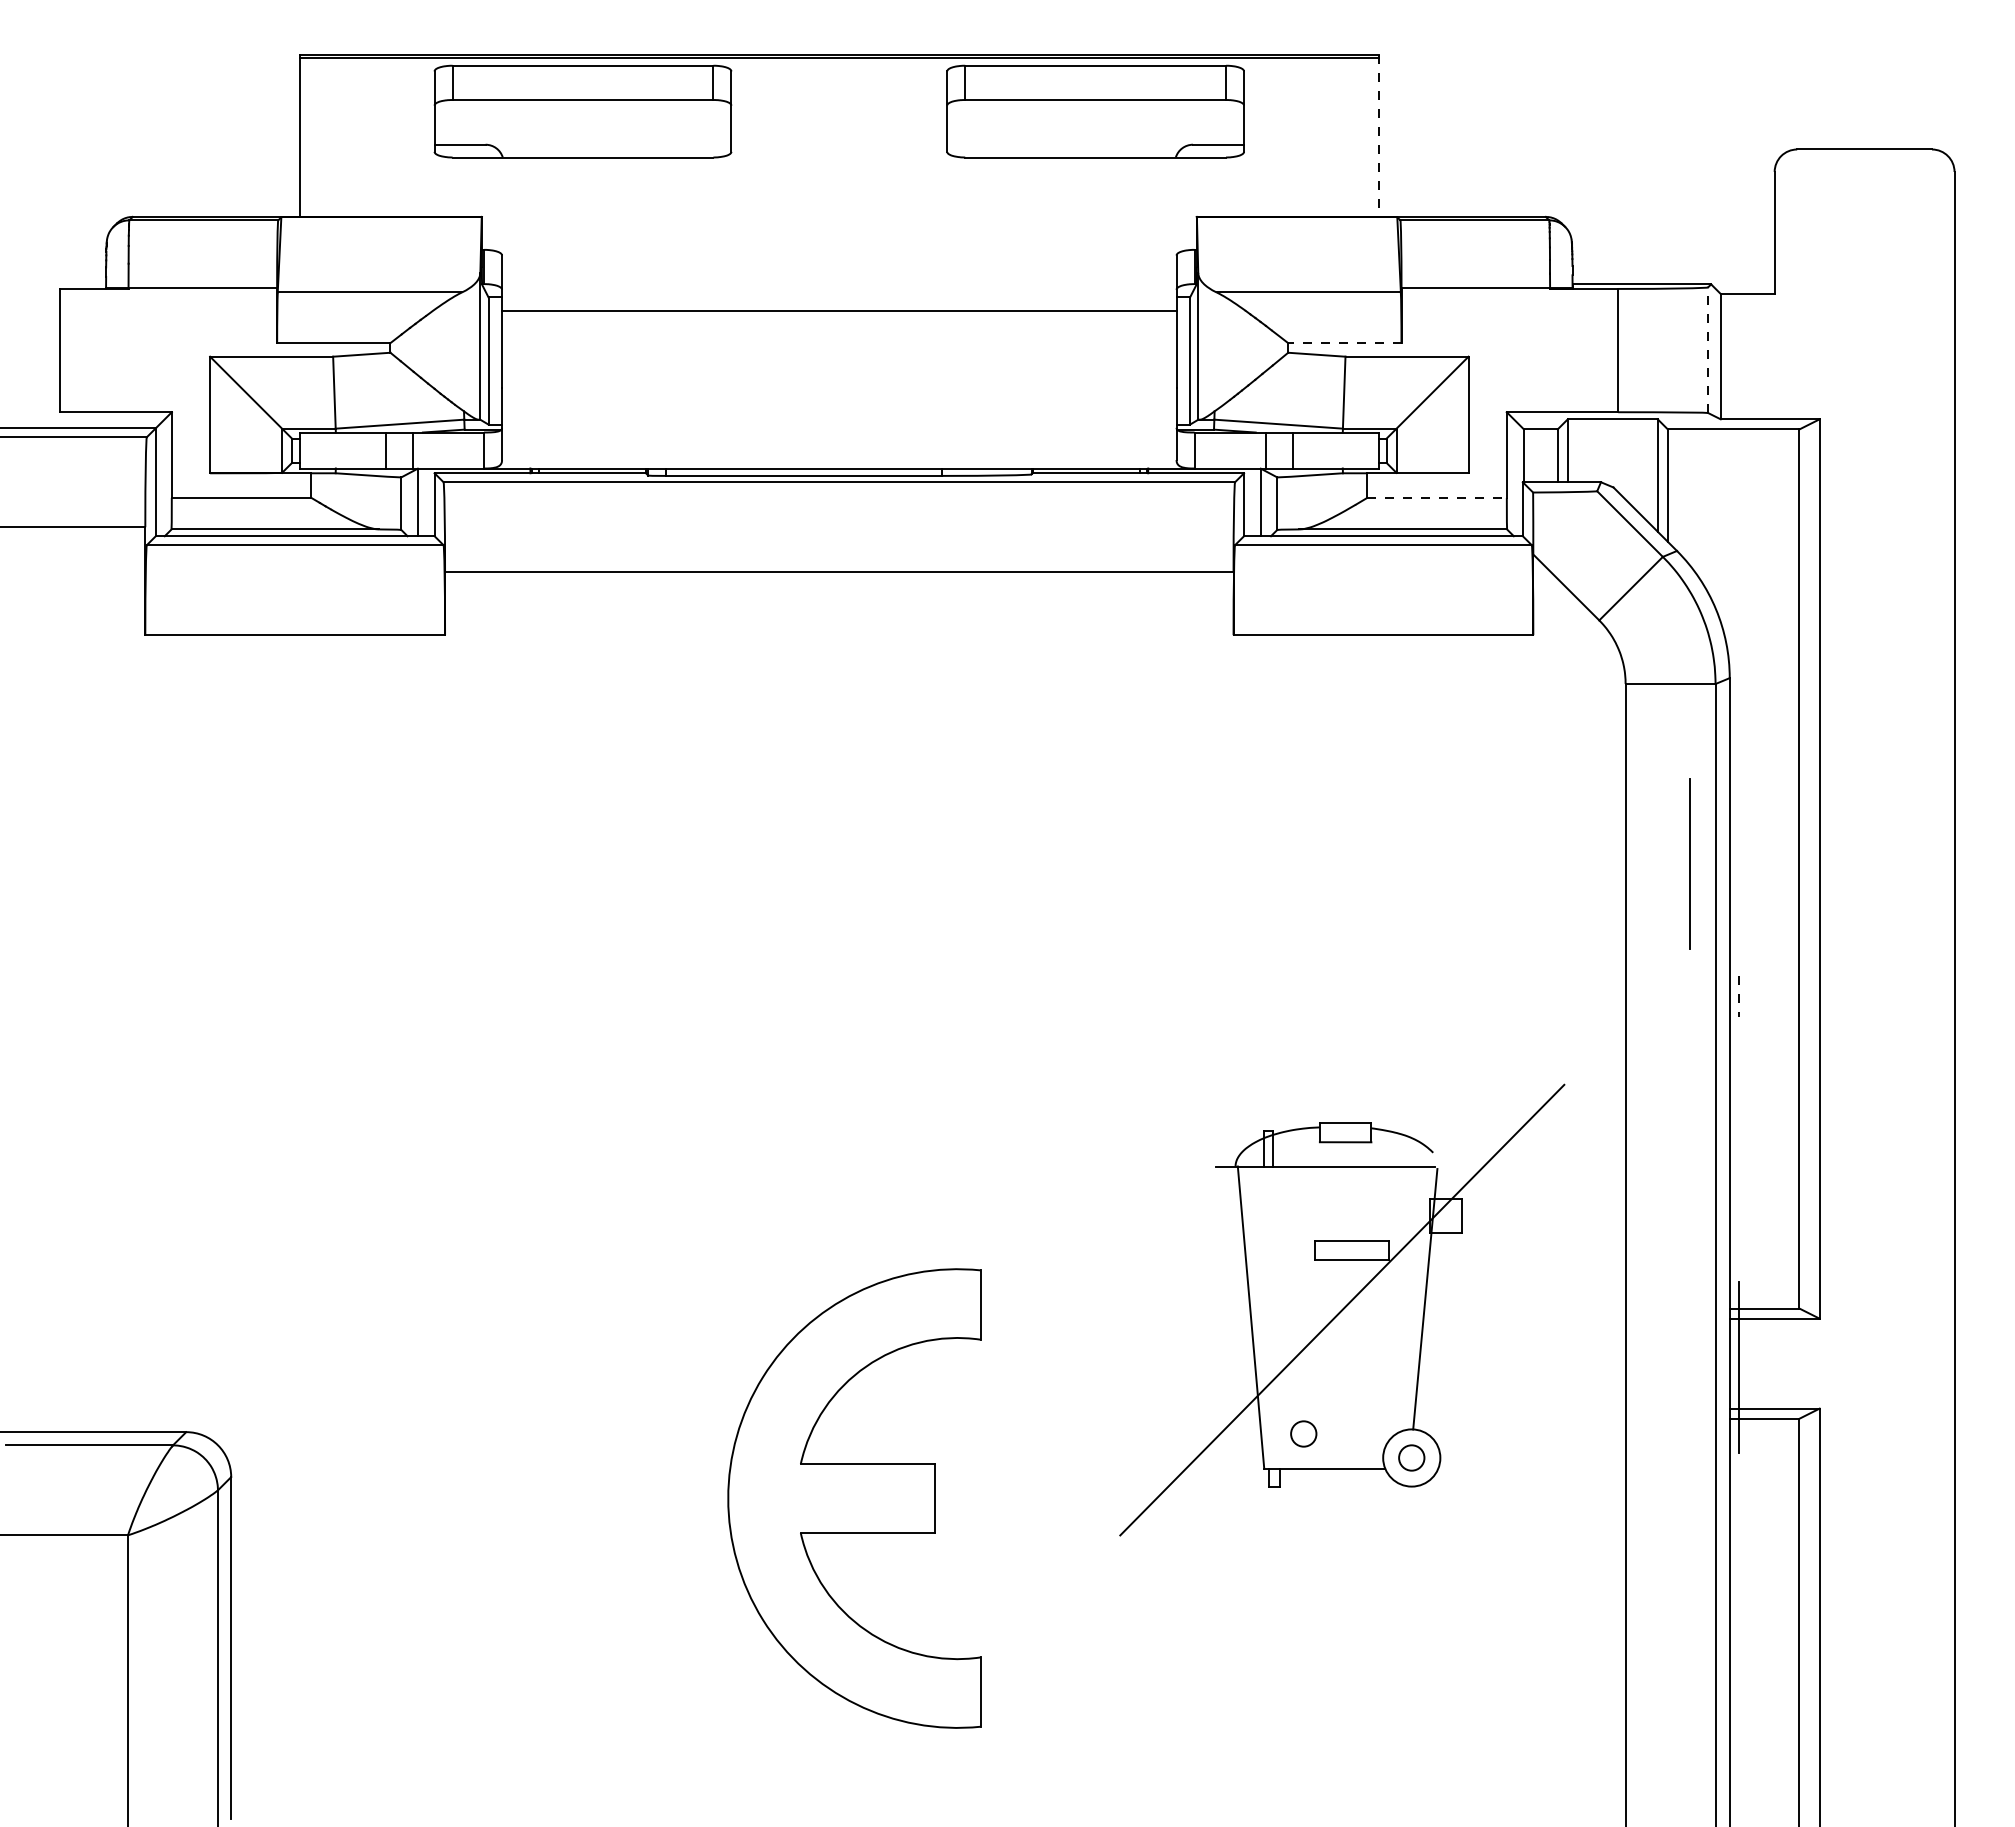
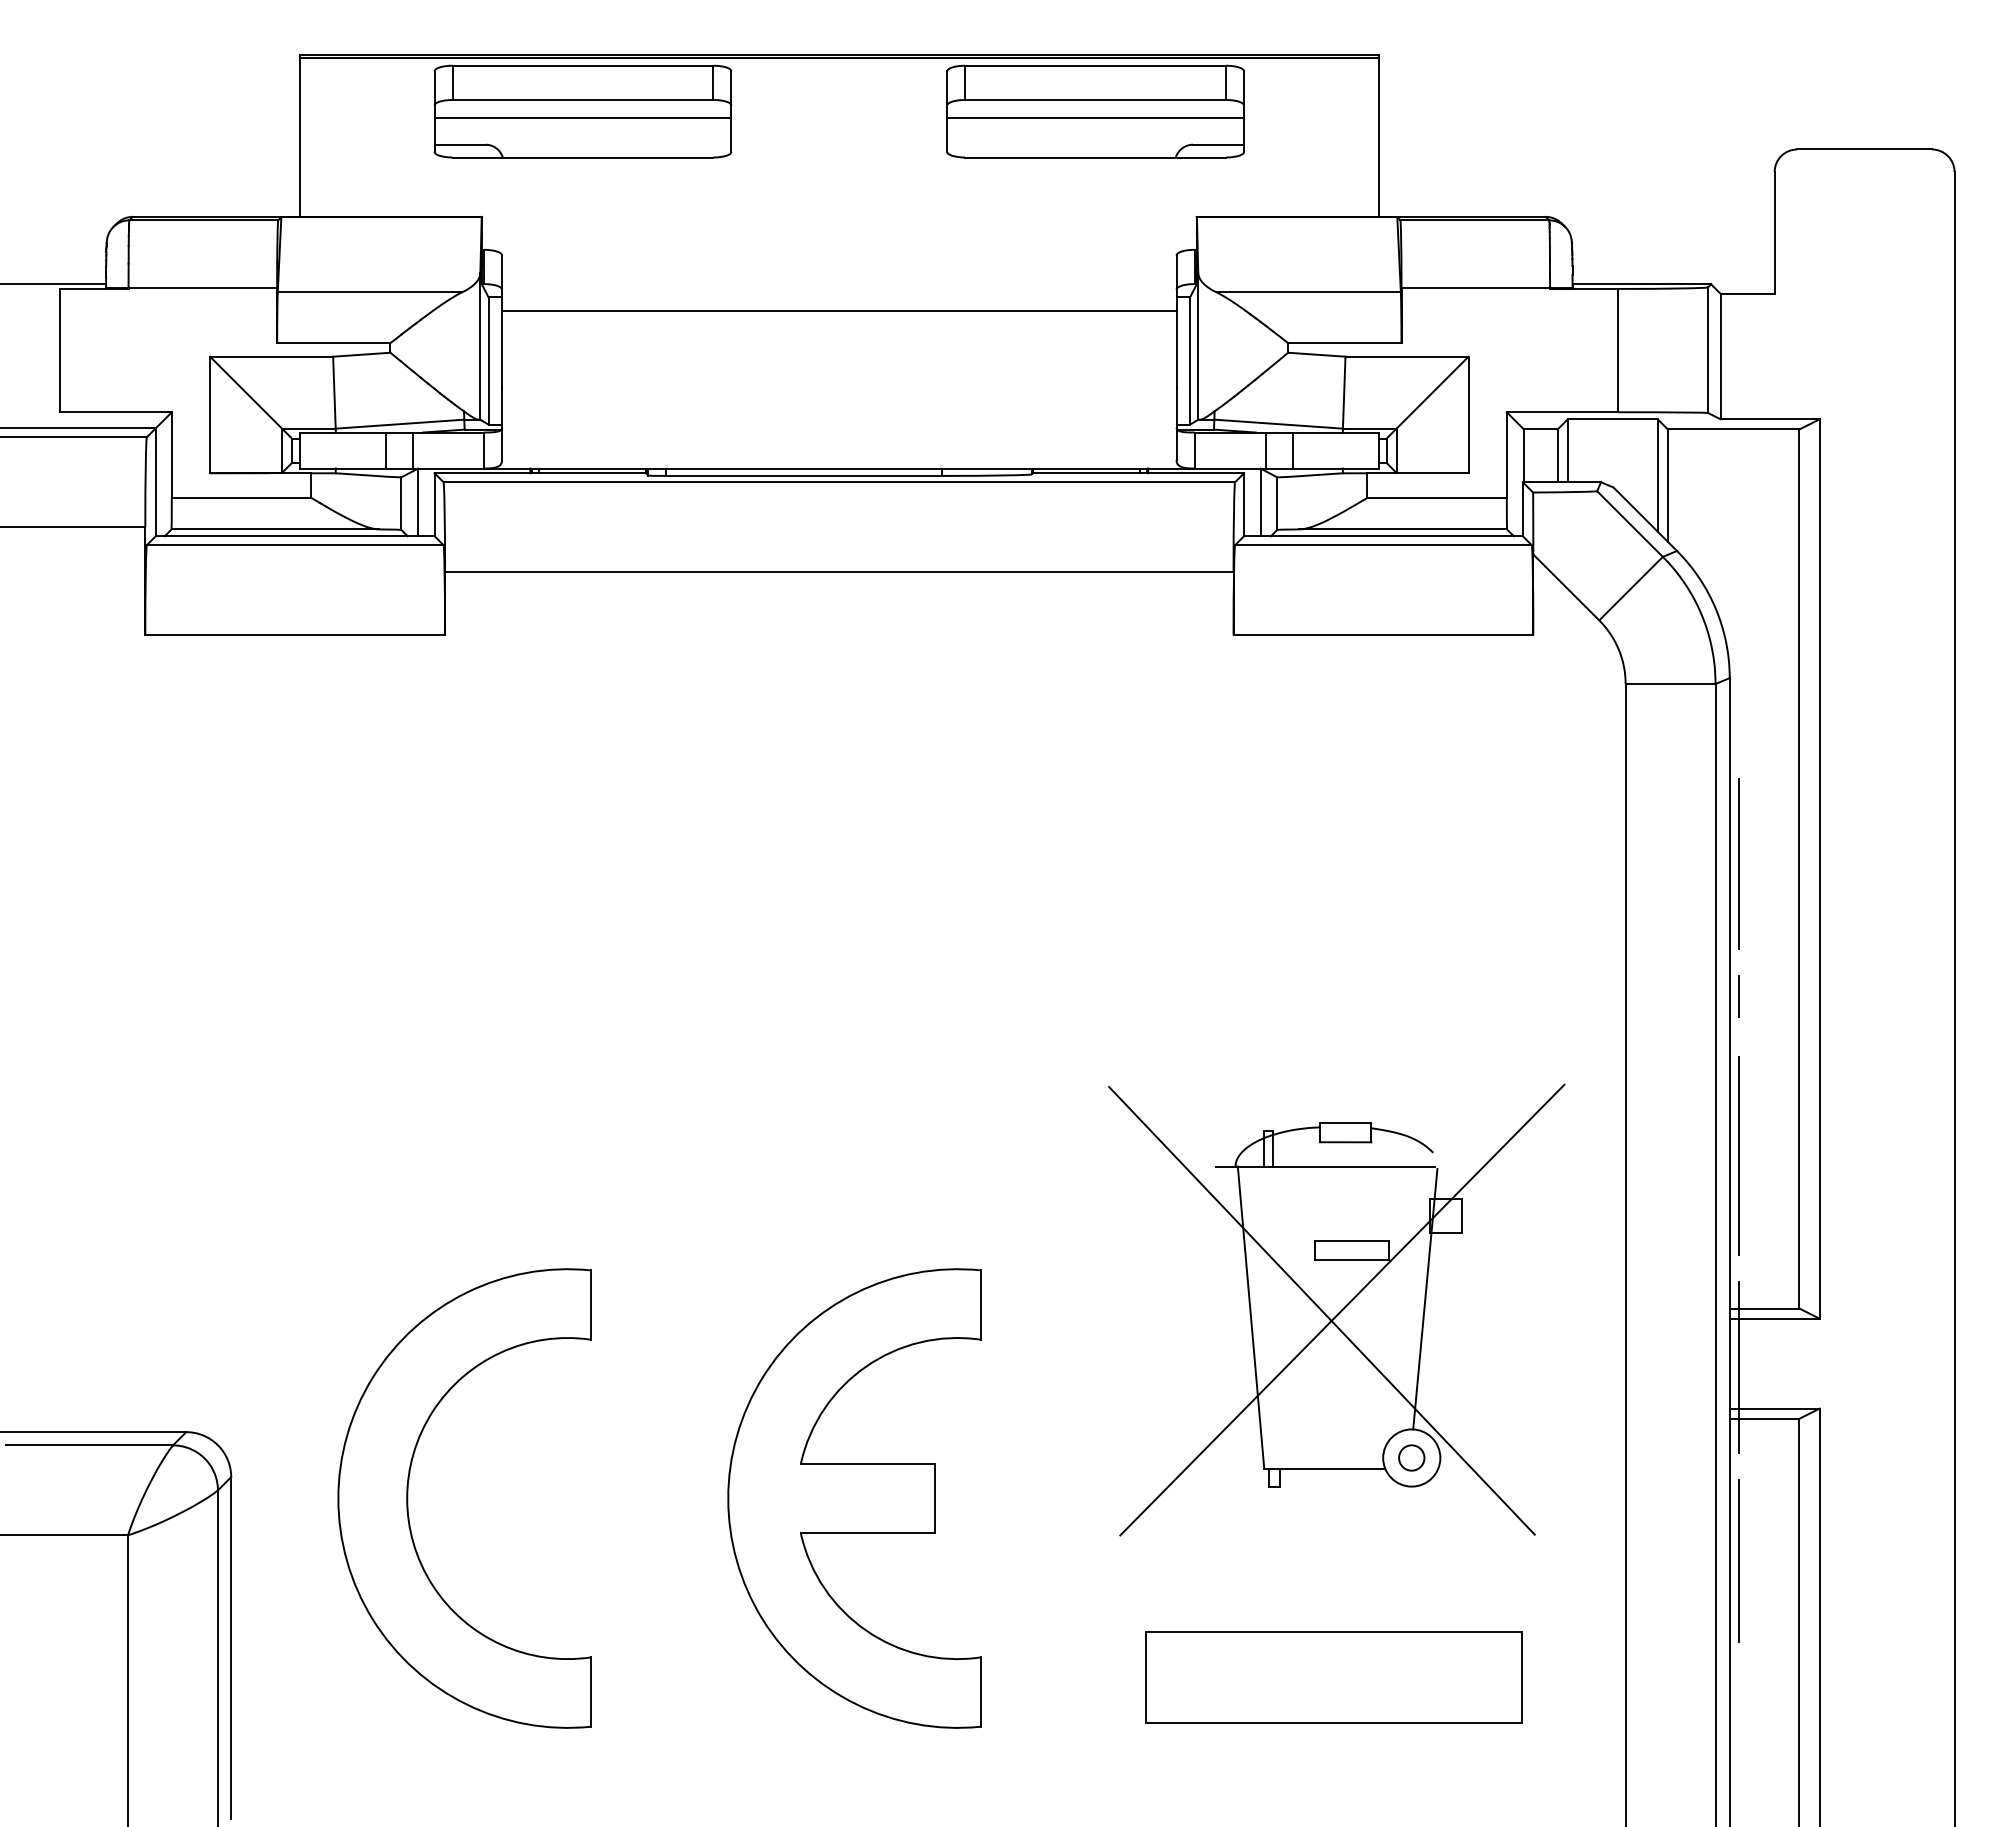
line at (582, 117): none -> present
line at (1095, 117): none -> present
line at (1378, 136): dashed -> solid
line at (54, 284): none -> present
line at (1344, 343): dashed -> solid
line at (1708, 350): dashed -> solid
line at (1437, 497): dashed -> solid
line at (1689, 863) position: (1689, 863) -> (1738, 863)
line at (1738, 997): dashed -> solid
line at (1738, 1156): none -> present
line at (1321, 1310): none -> present
circle at (1303, 1433): present -> none
part at (408, 1498): none -> present
line at (1738, 1560): none -> present
part at (1333, 1677): none -> present
